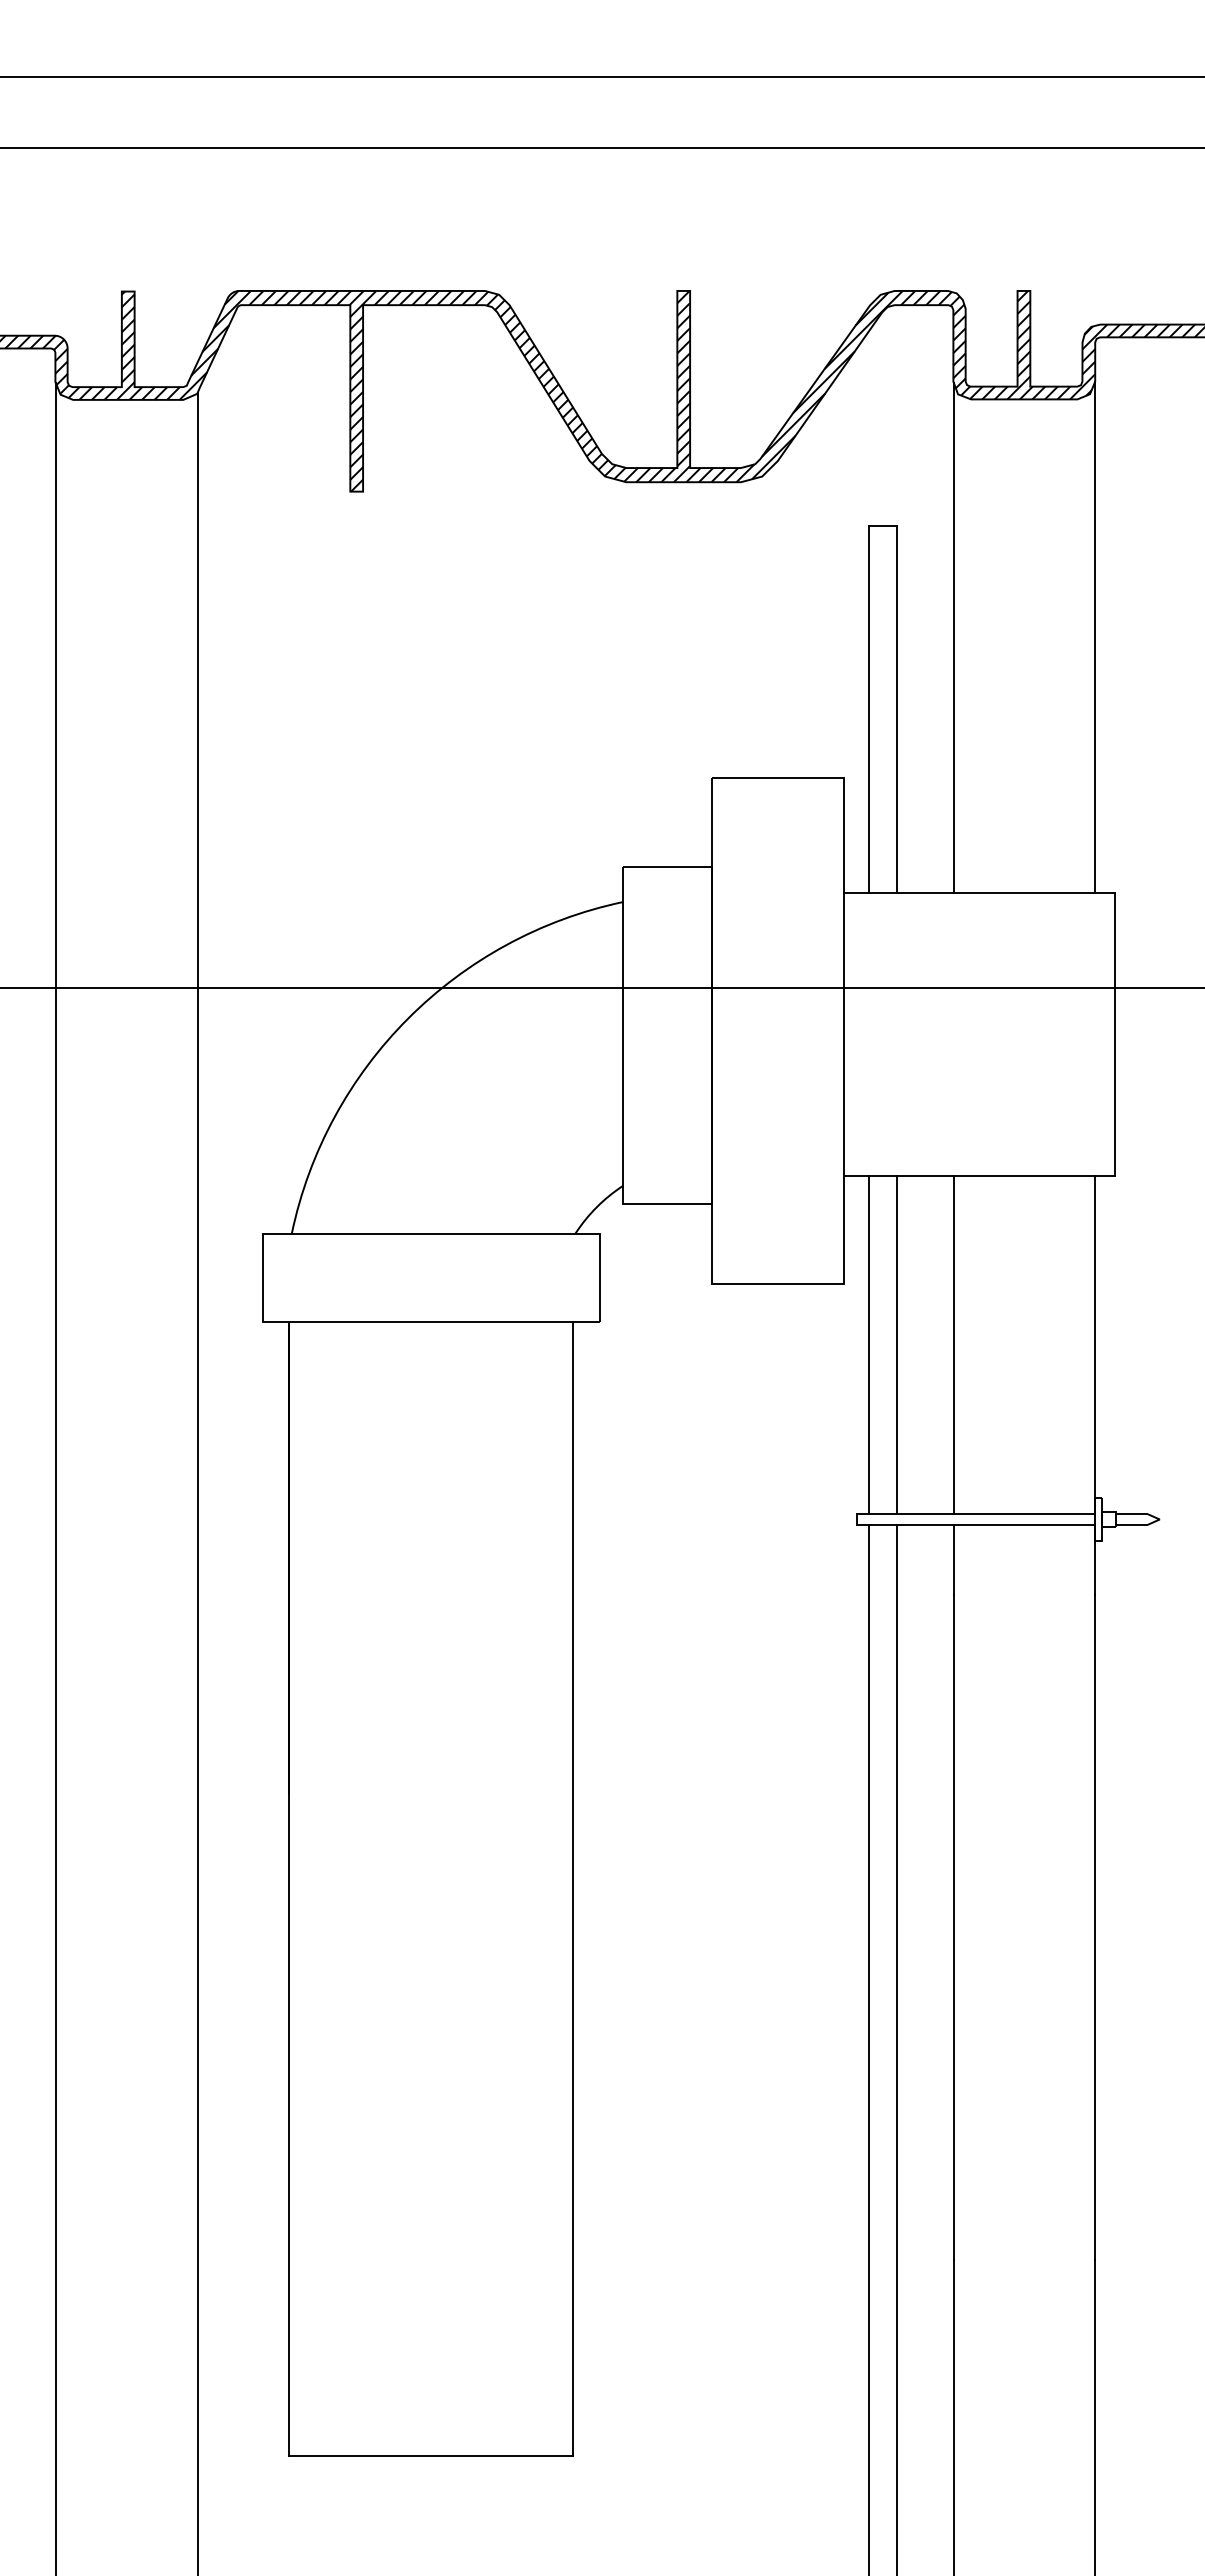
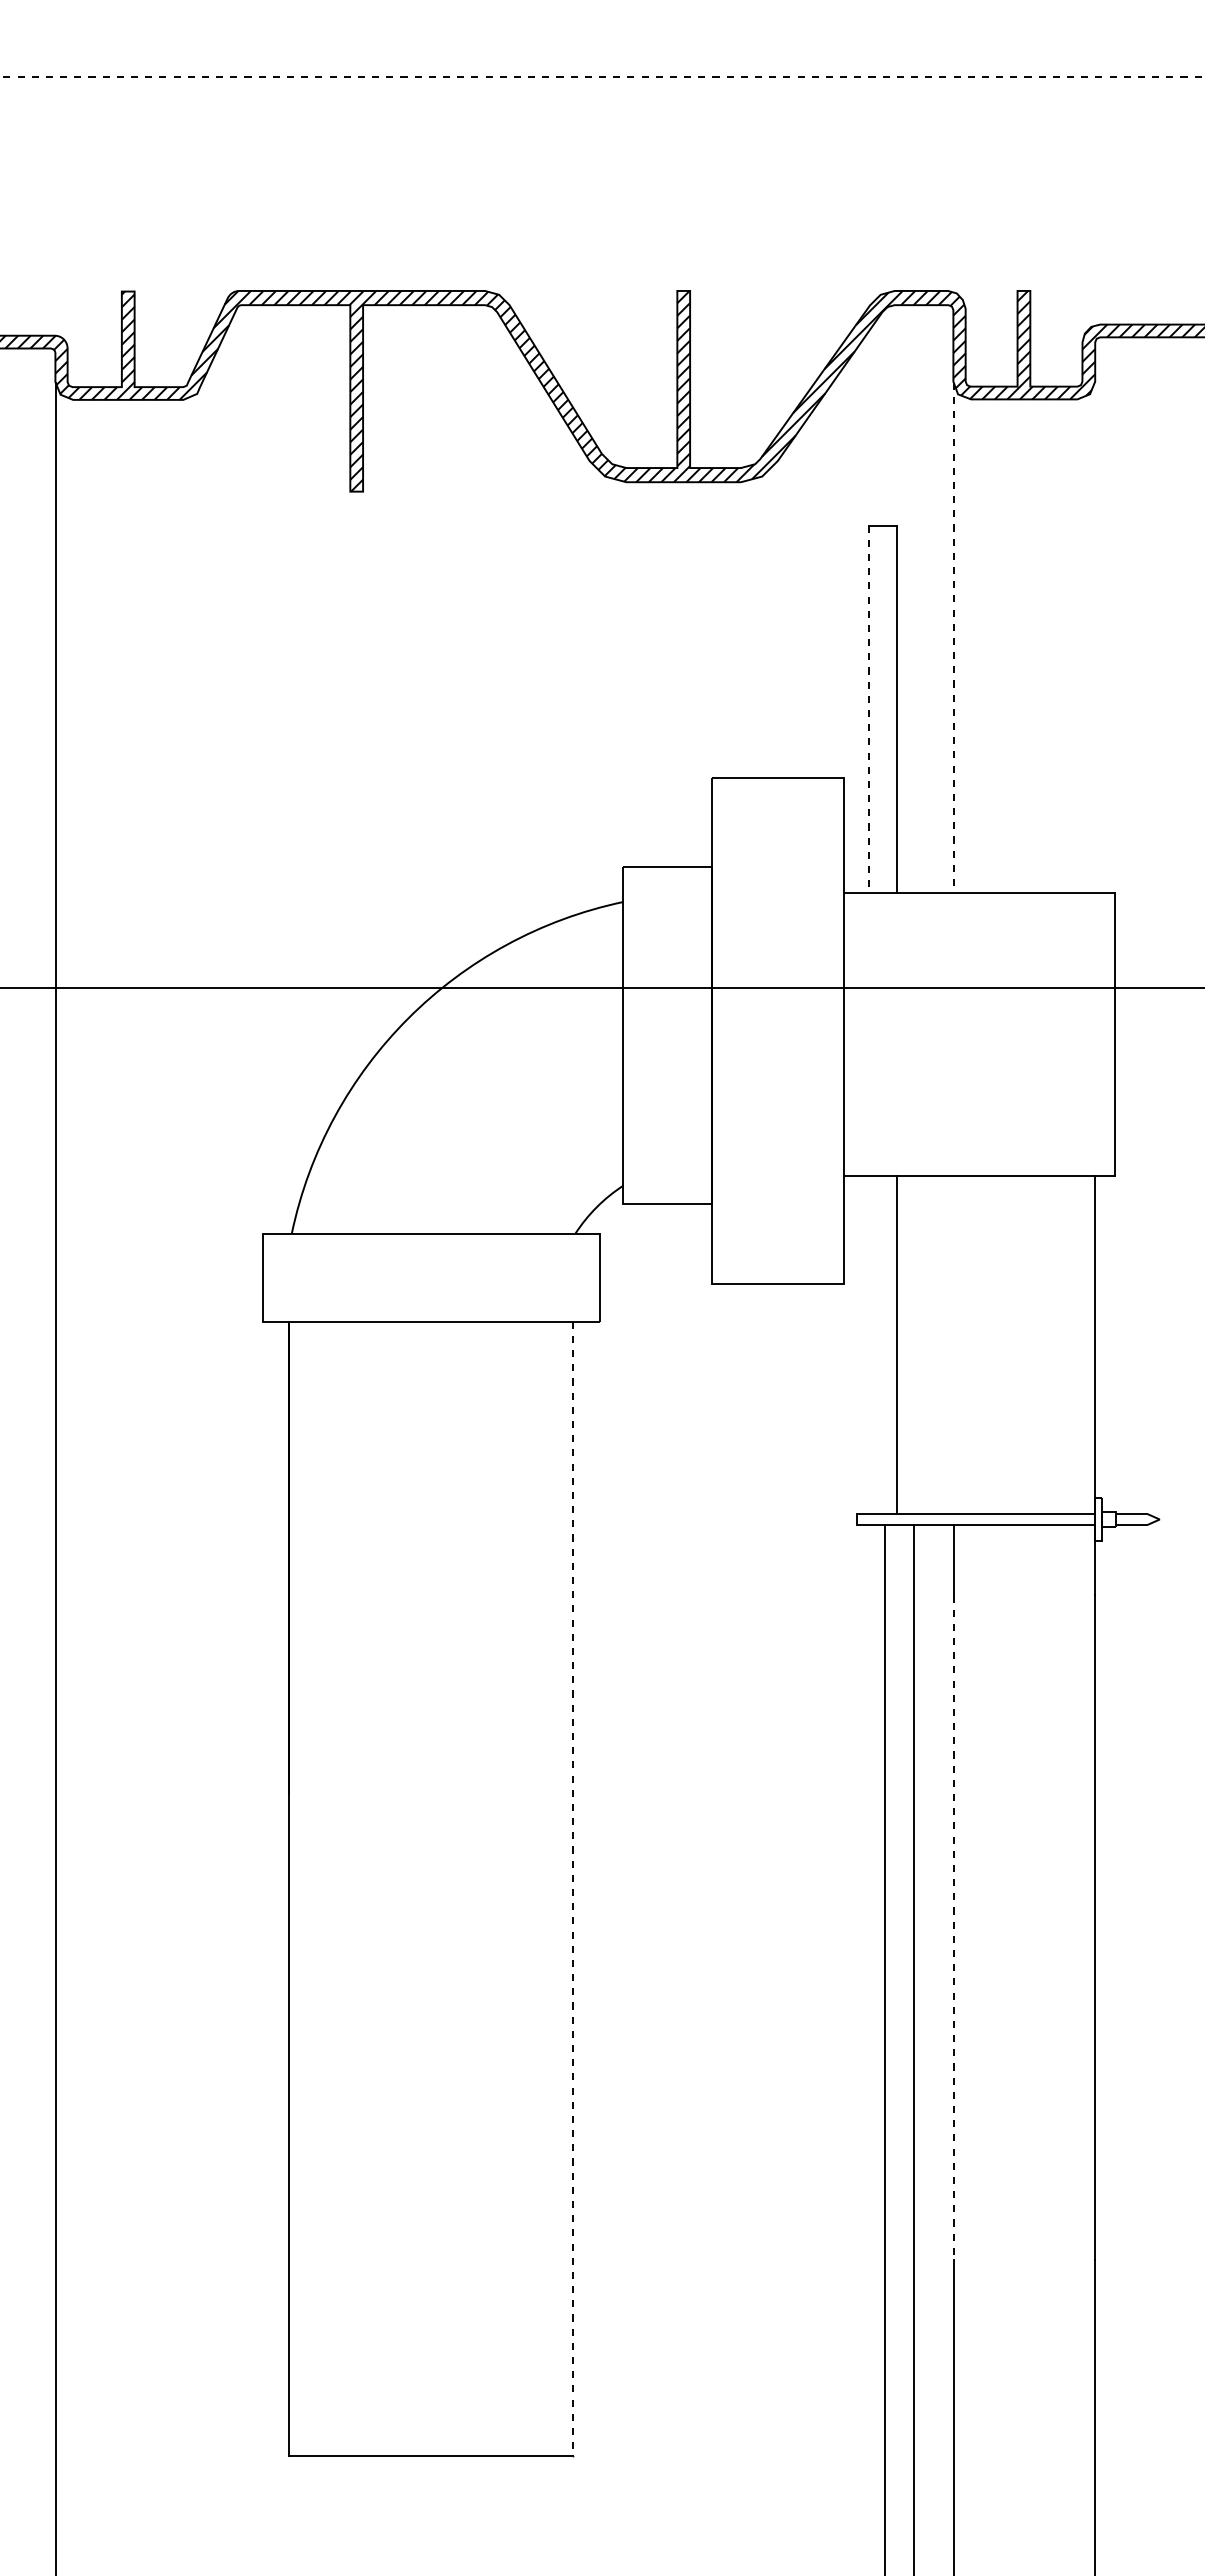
line at (602, 77): solid -> dashed
line at (601, 148): present -> none
line at (1095, 636): present -> none
line at (953, 638): solid -> dashed
line at (869, 709): solid -> dashed
line at (869, 1345): present -> none
line at (953, 1345): present -> none
line at (197, 1482): present -> none
line at (573, 1889): solid -> dashed
line at (953, 1928): solid -> dashed
line at (869, 2048) position: (869, 2048) -> (885, 2048)
line at (896, 2048) position: (896, 2048) -> (913, 2048)
